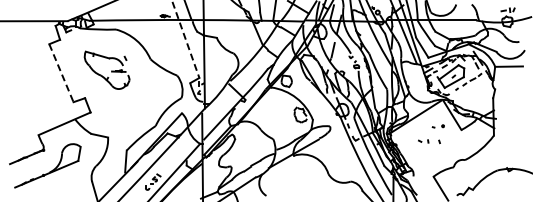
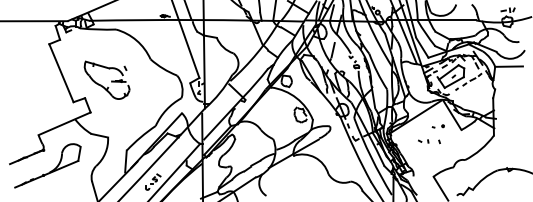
line at (185, 39): dashed -> solid
part at (106, 69) position: (106, 69) -> (106, 79)
line at (61, 73): dashed -> solid
